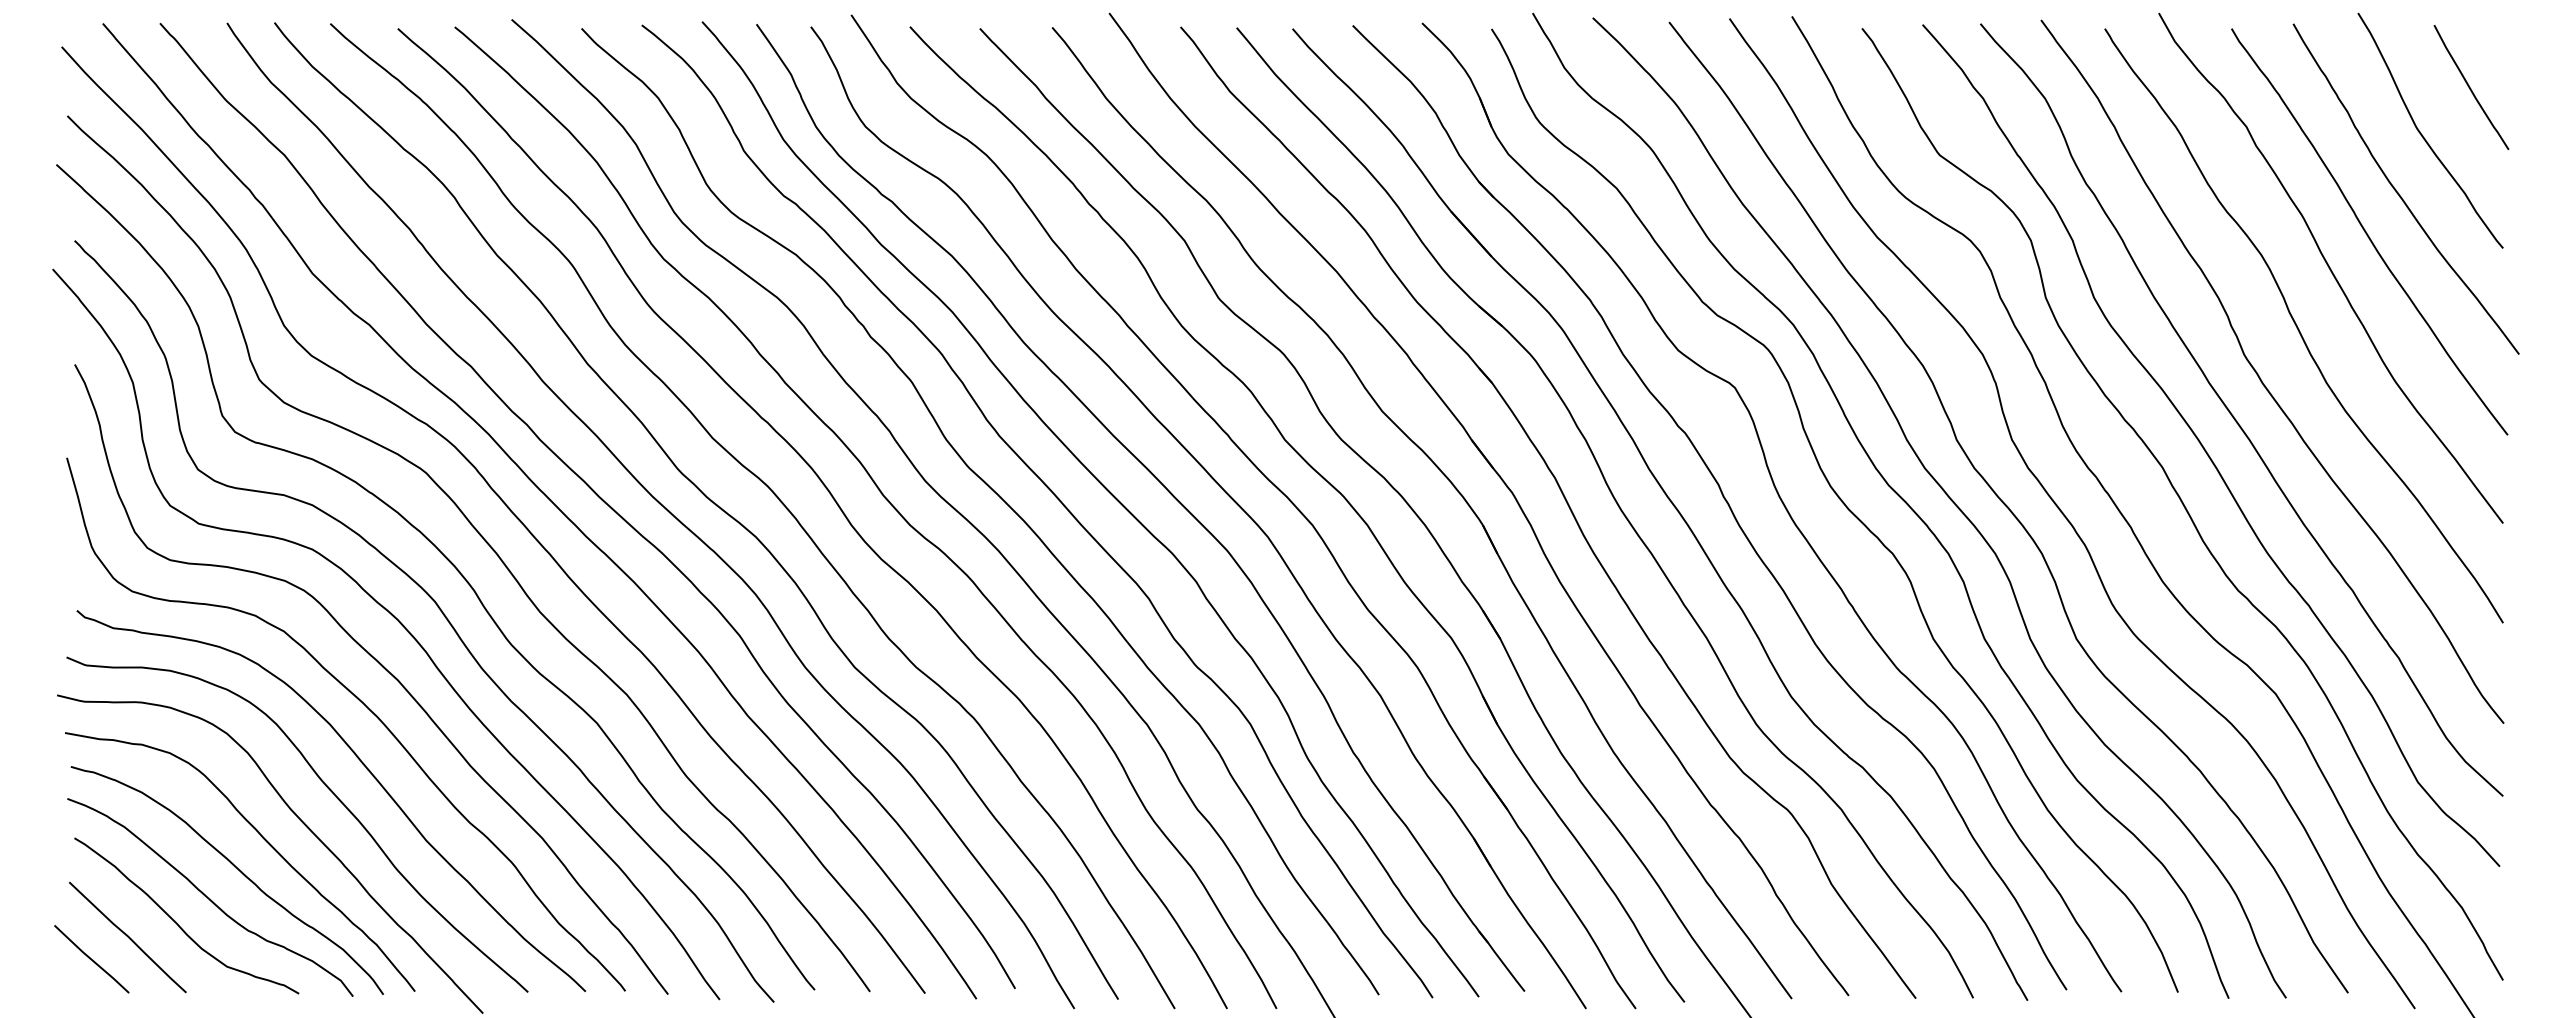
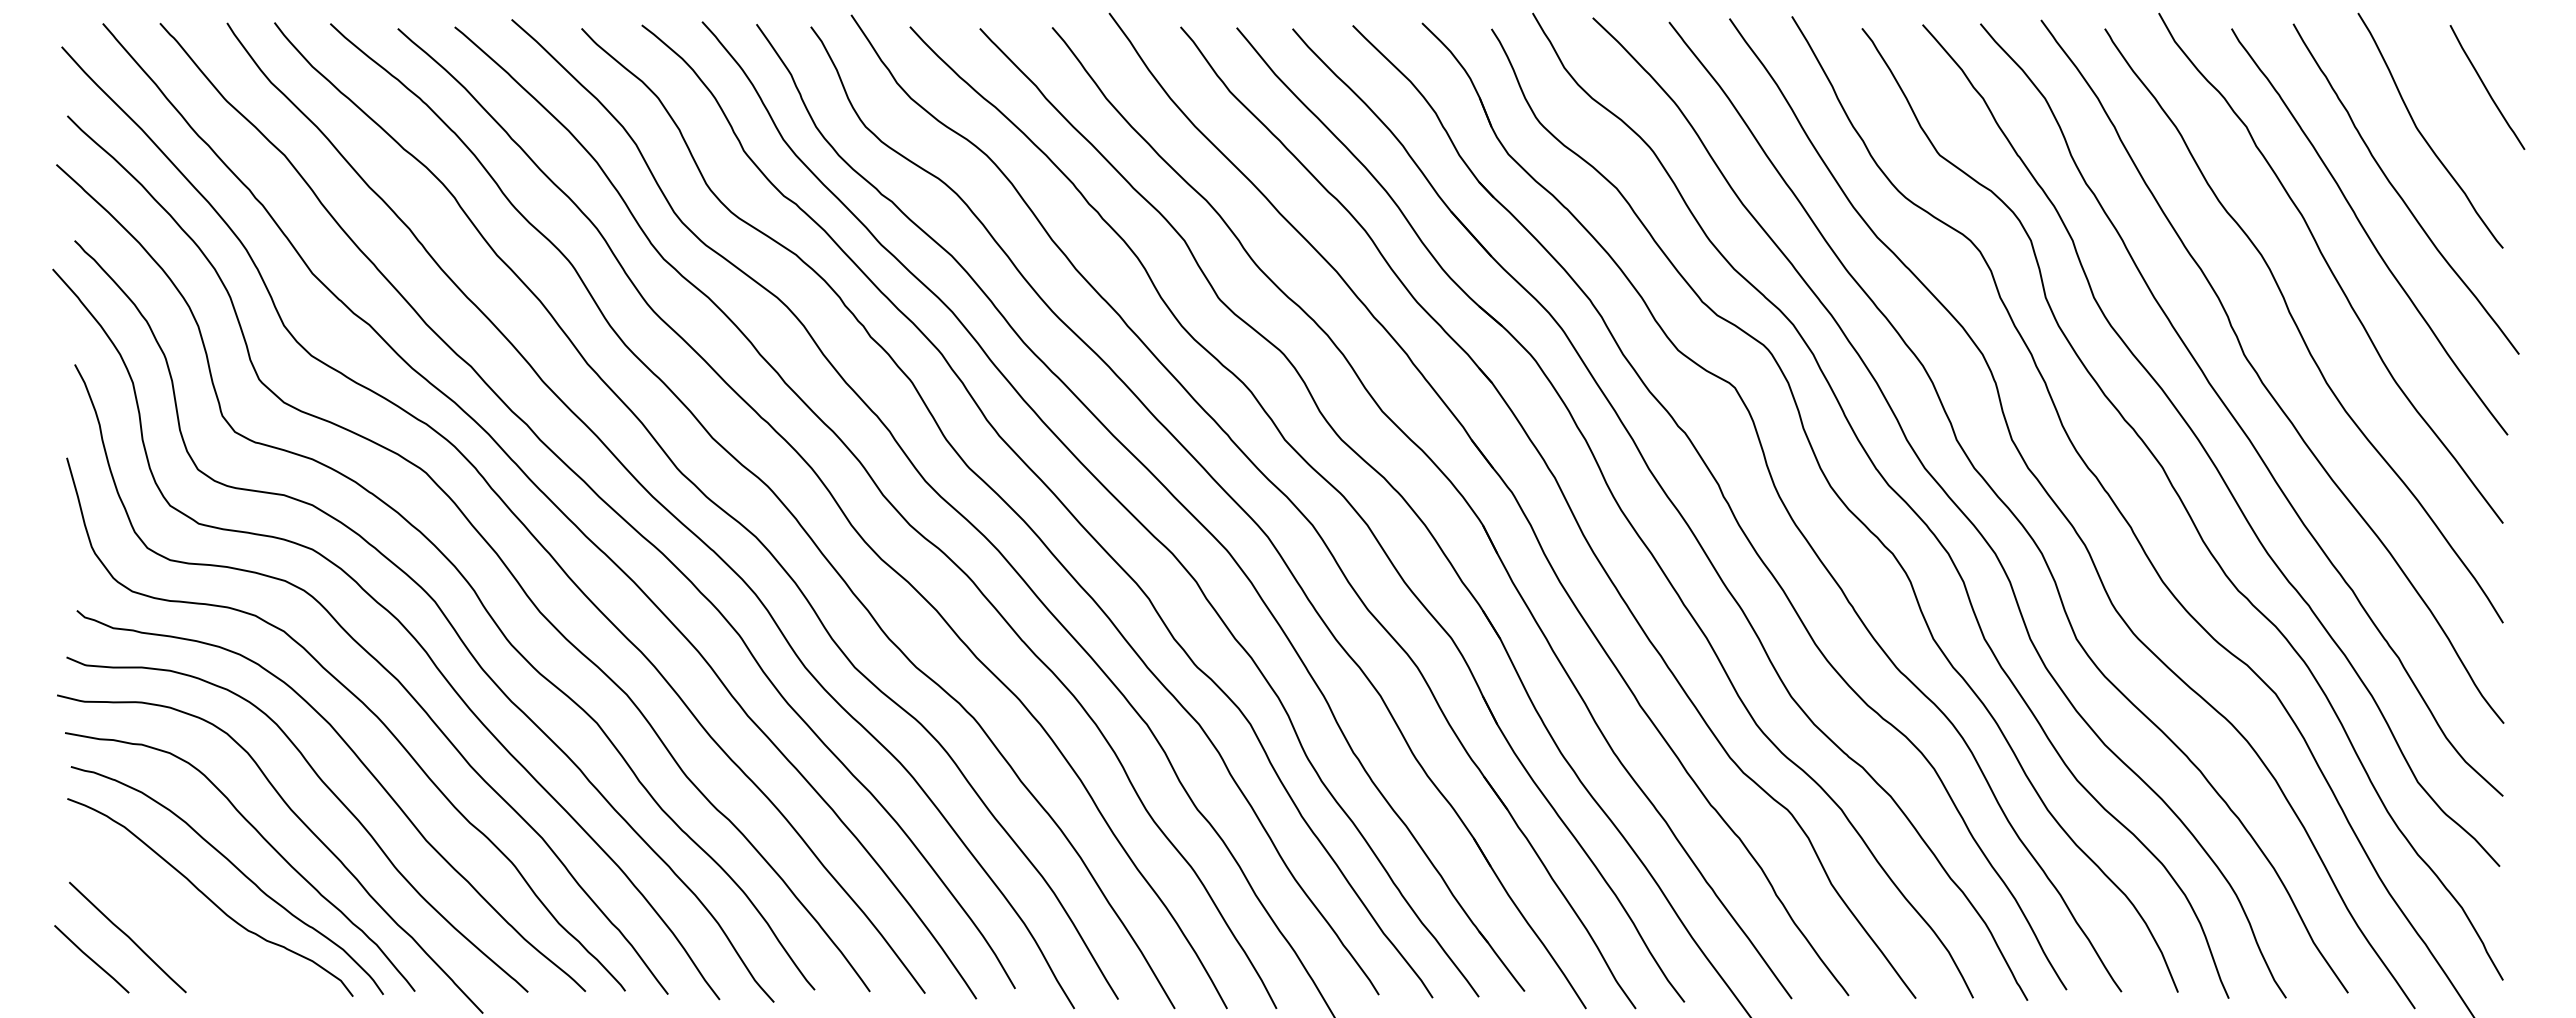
curve at (2470, 87) position: (2470, 87) -> (2486, 87)
curve at (177, 922): present -> none
